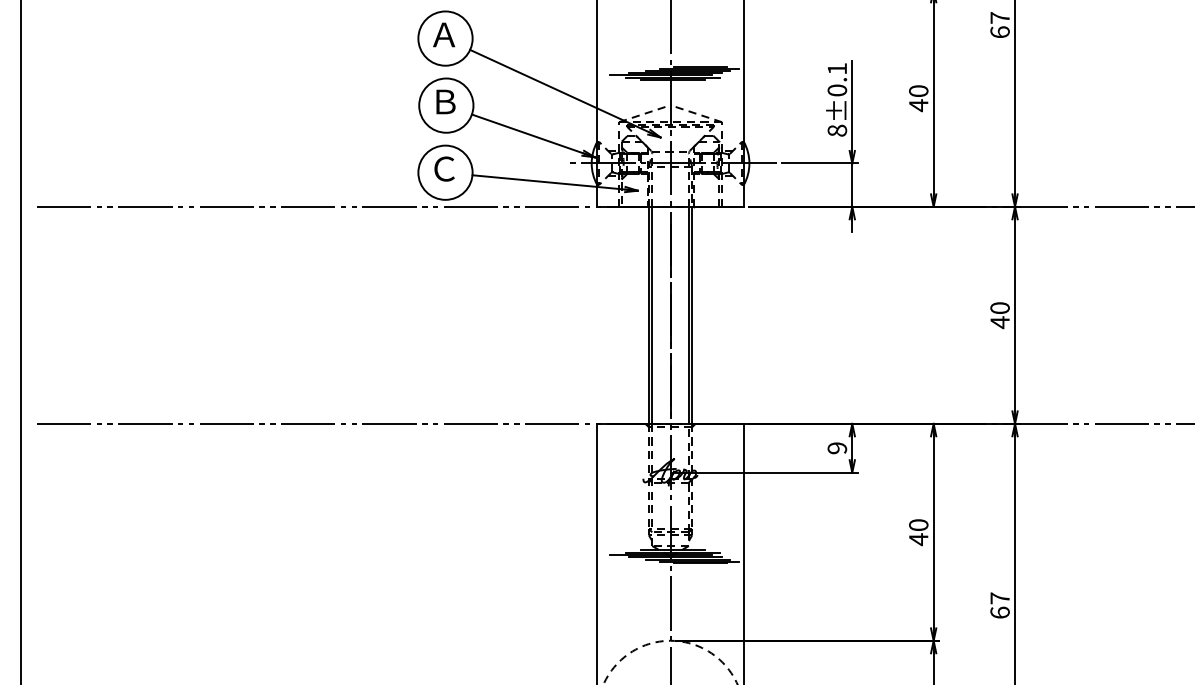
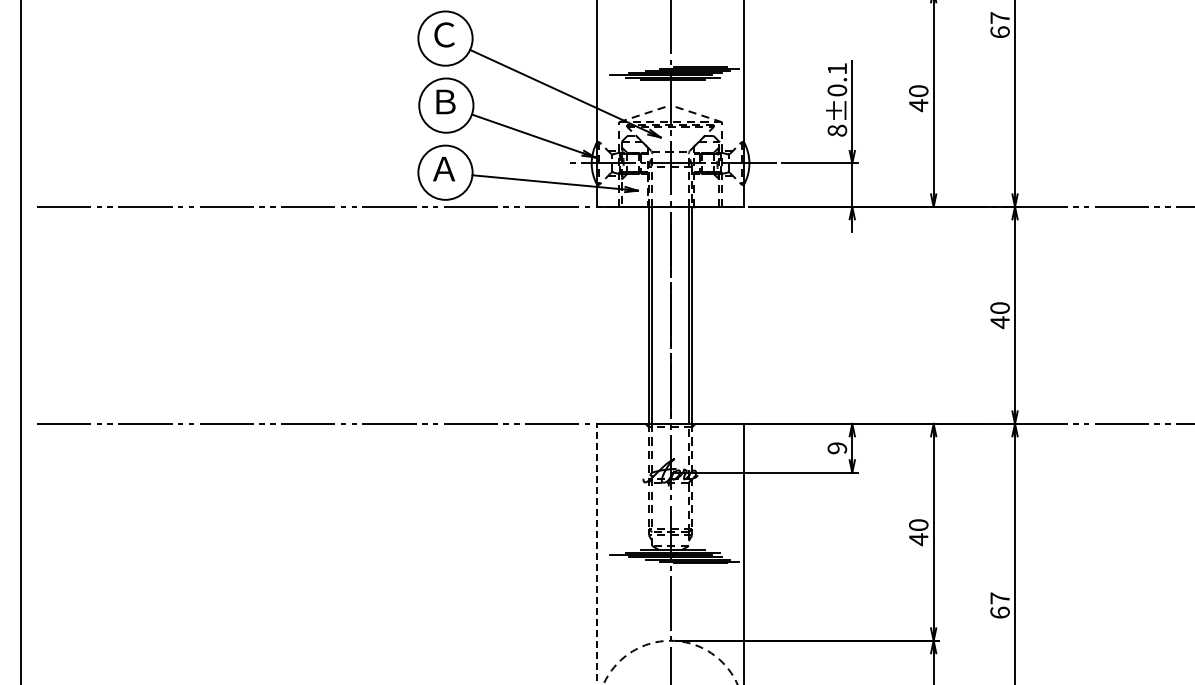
text at (444, 34): Ａ -> Ｃ
text at (444, 168): Ｃ -> Ａ
line at (597, 553): solid -> dashed
